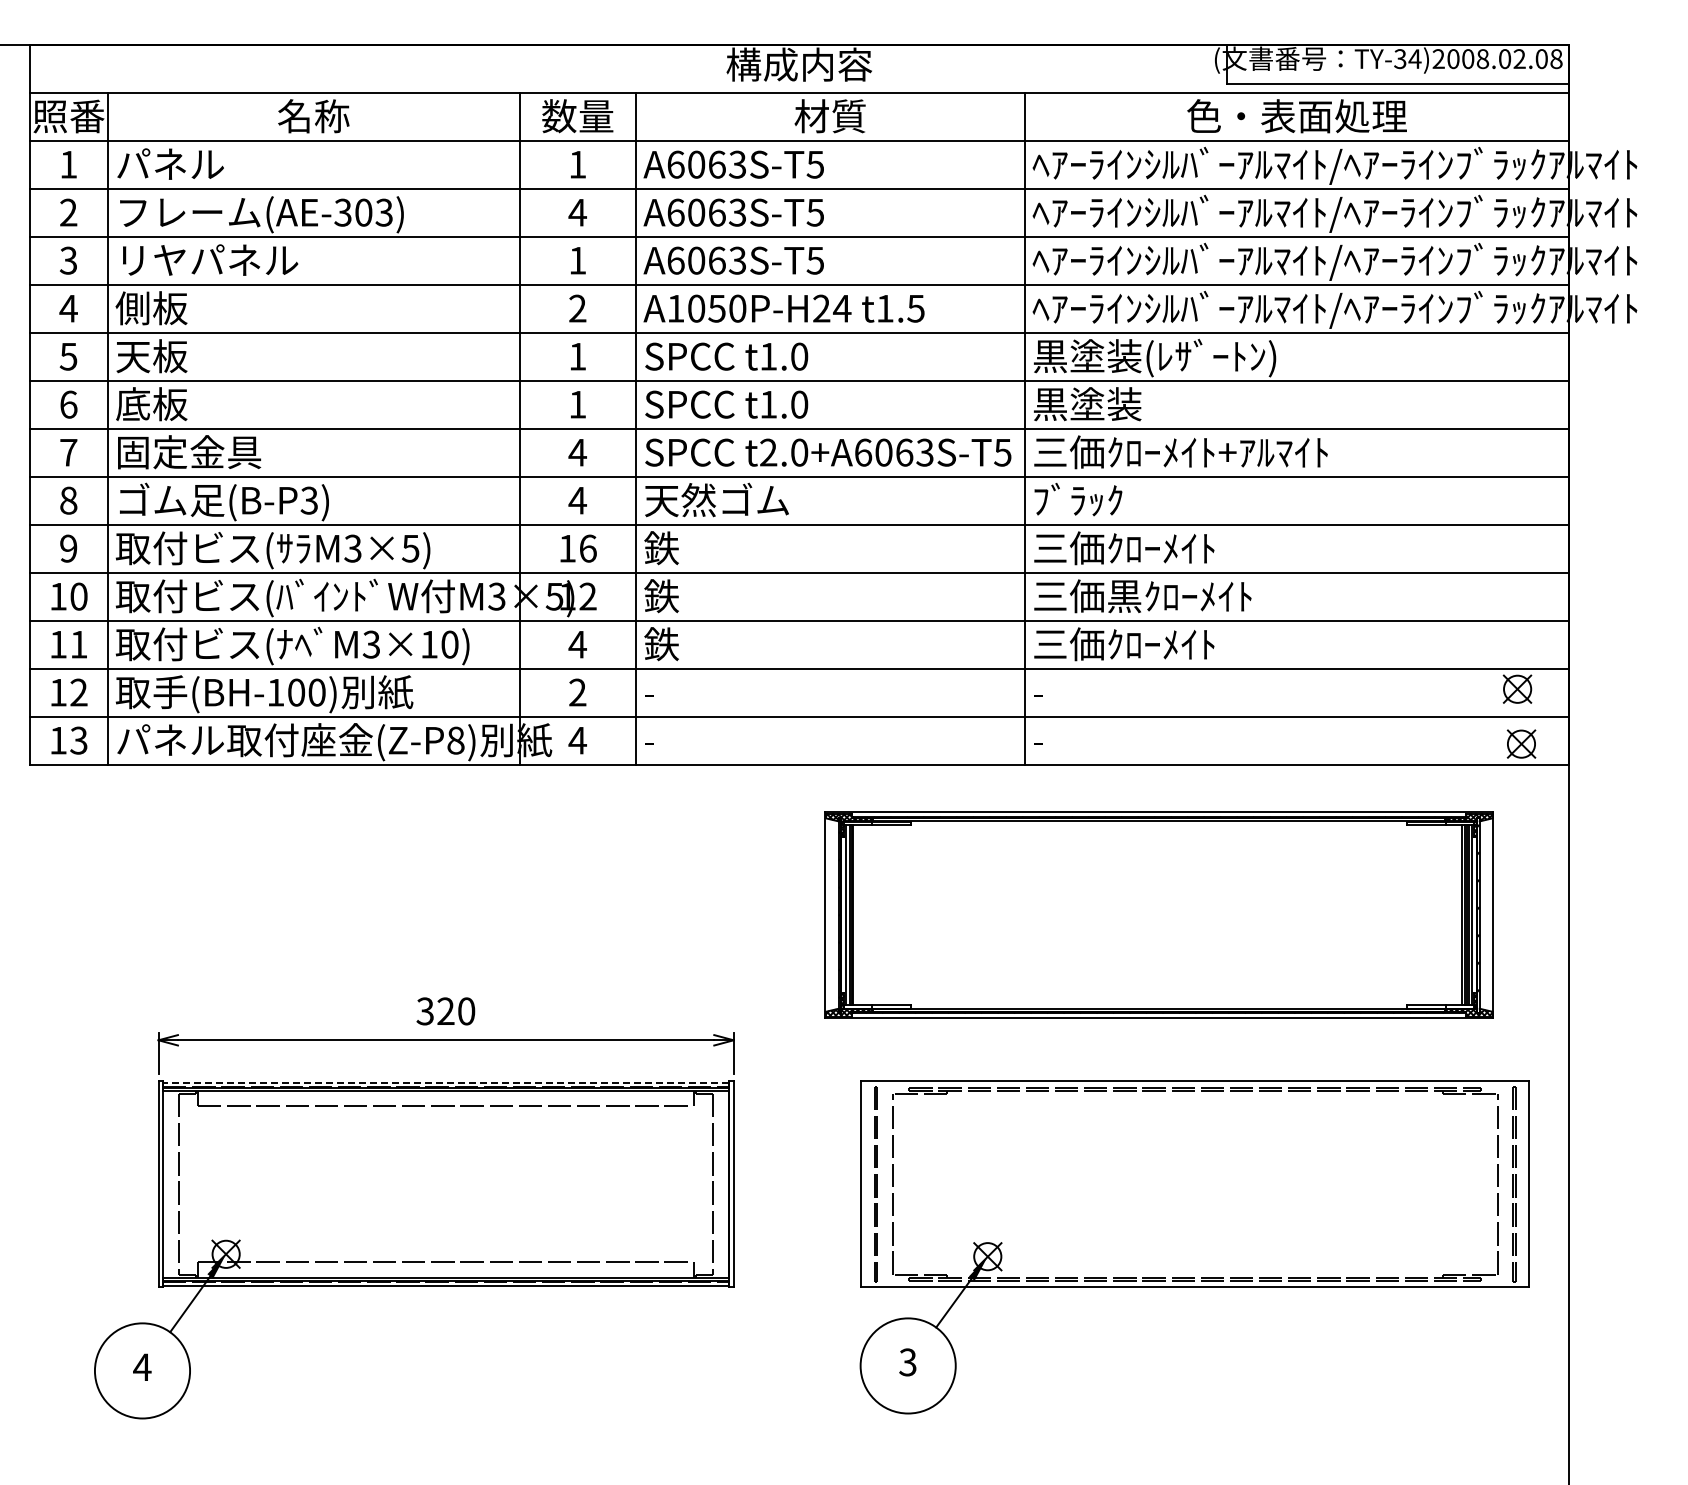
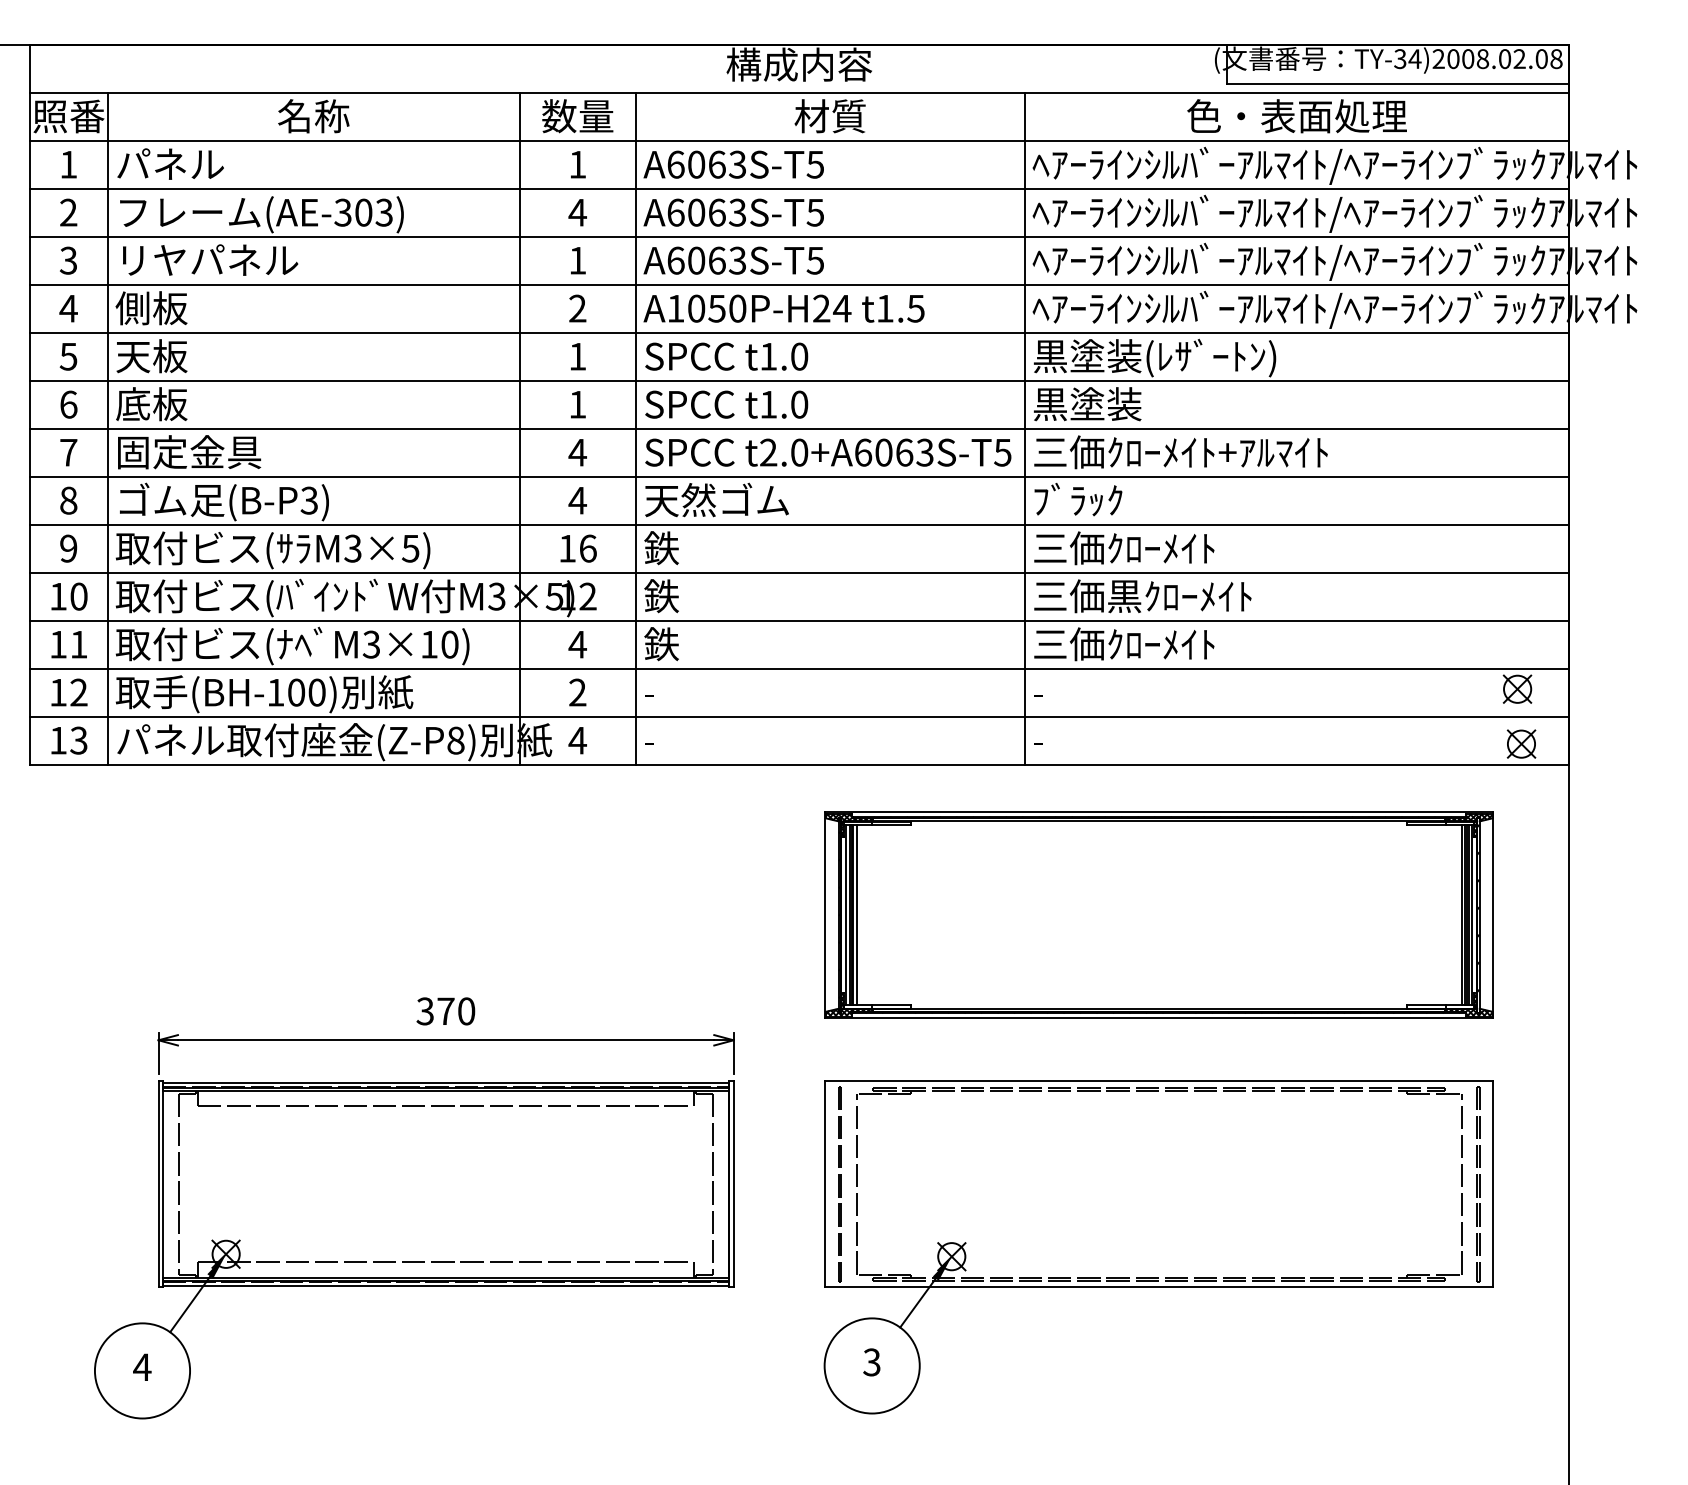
line at (856, 914): none -> present
text at (445, 1010): 320 -> 370
line at (446, 1082): dashed -> solid
part at (1194, 1247) position: (1194, 1247) -> (1158, 1247)
